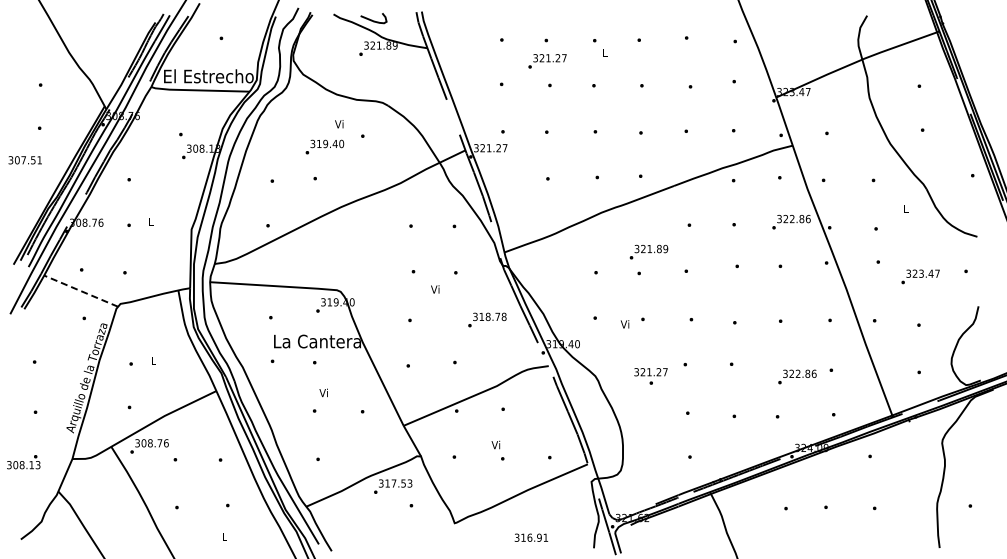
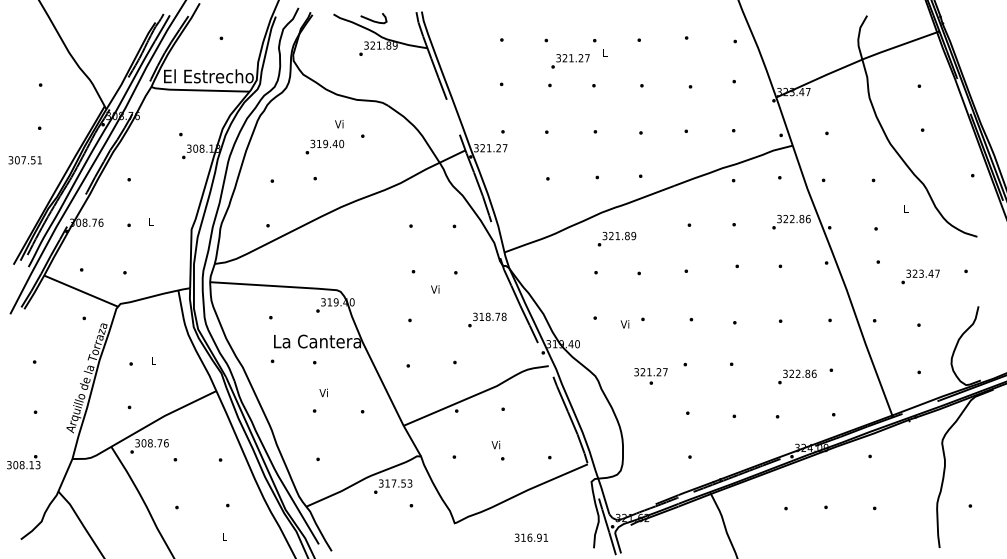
text at (547, 61) position: (547, 61) -> (570, 61)
text at (648, 251) position: (648, 251) -> (616, 238)
line at (80, 290): dashed -> solid
